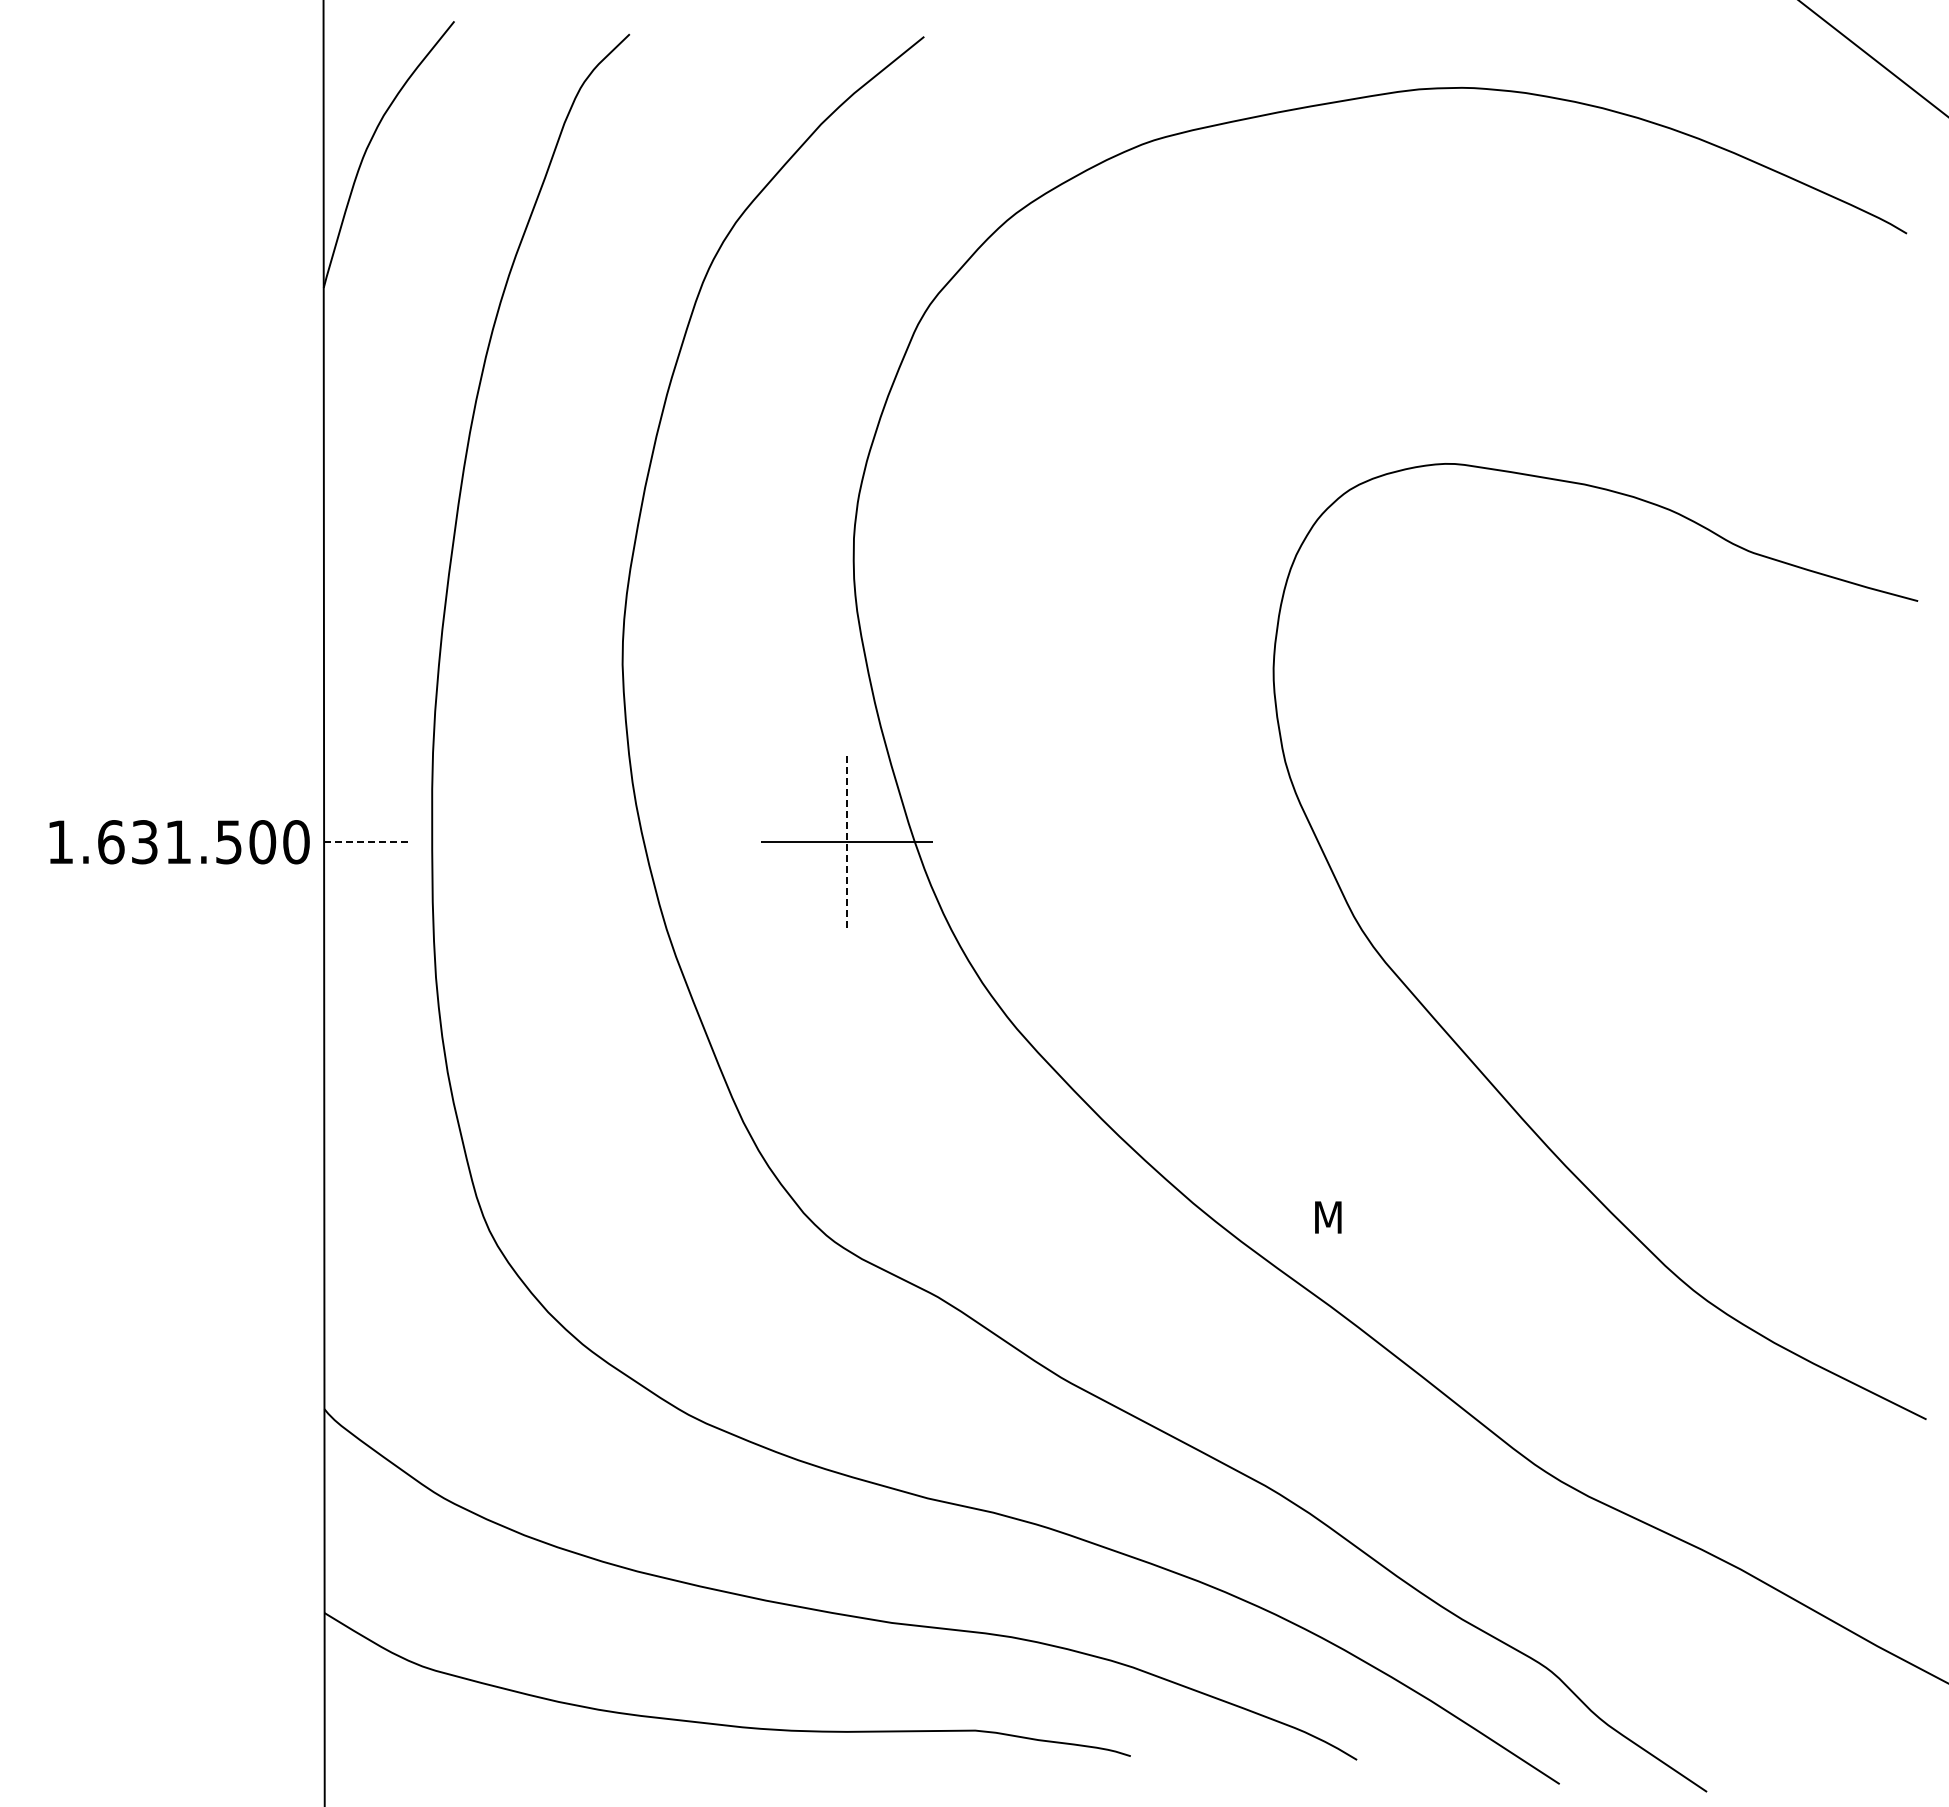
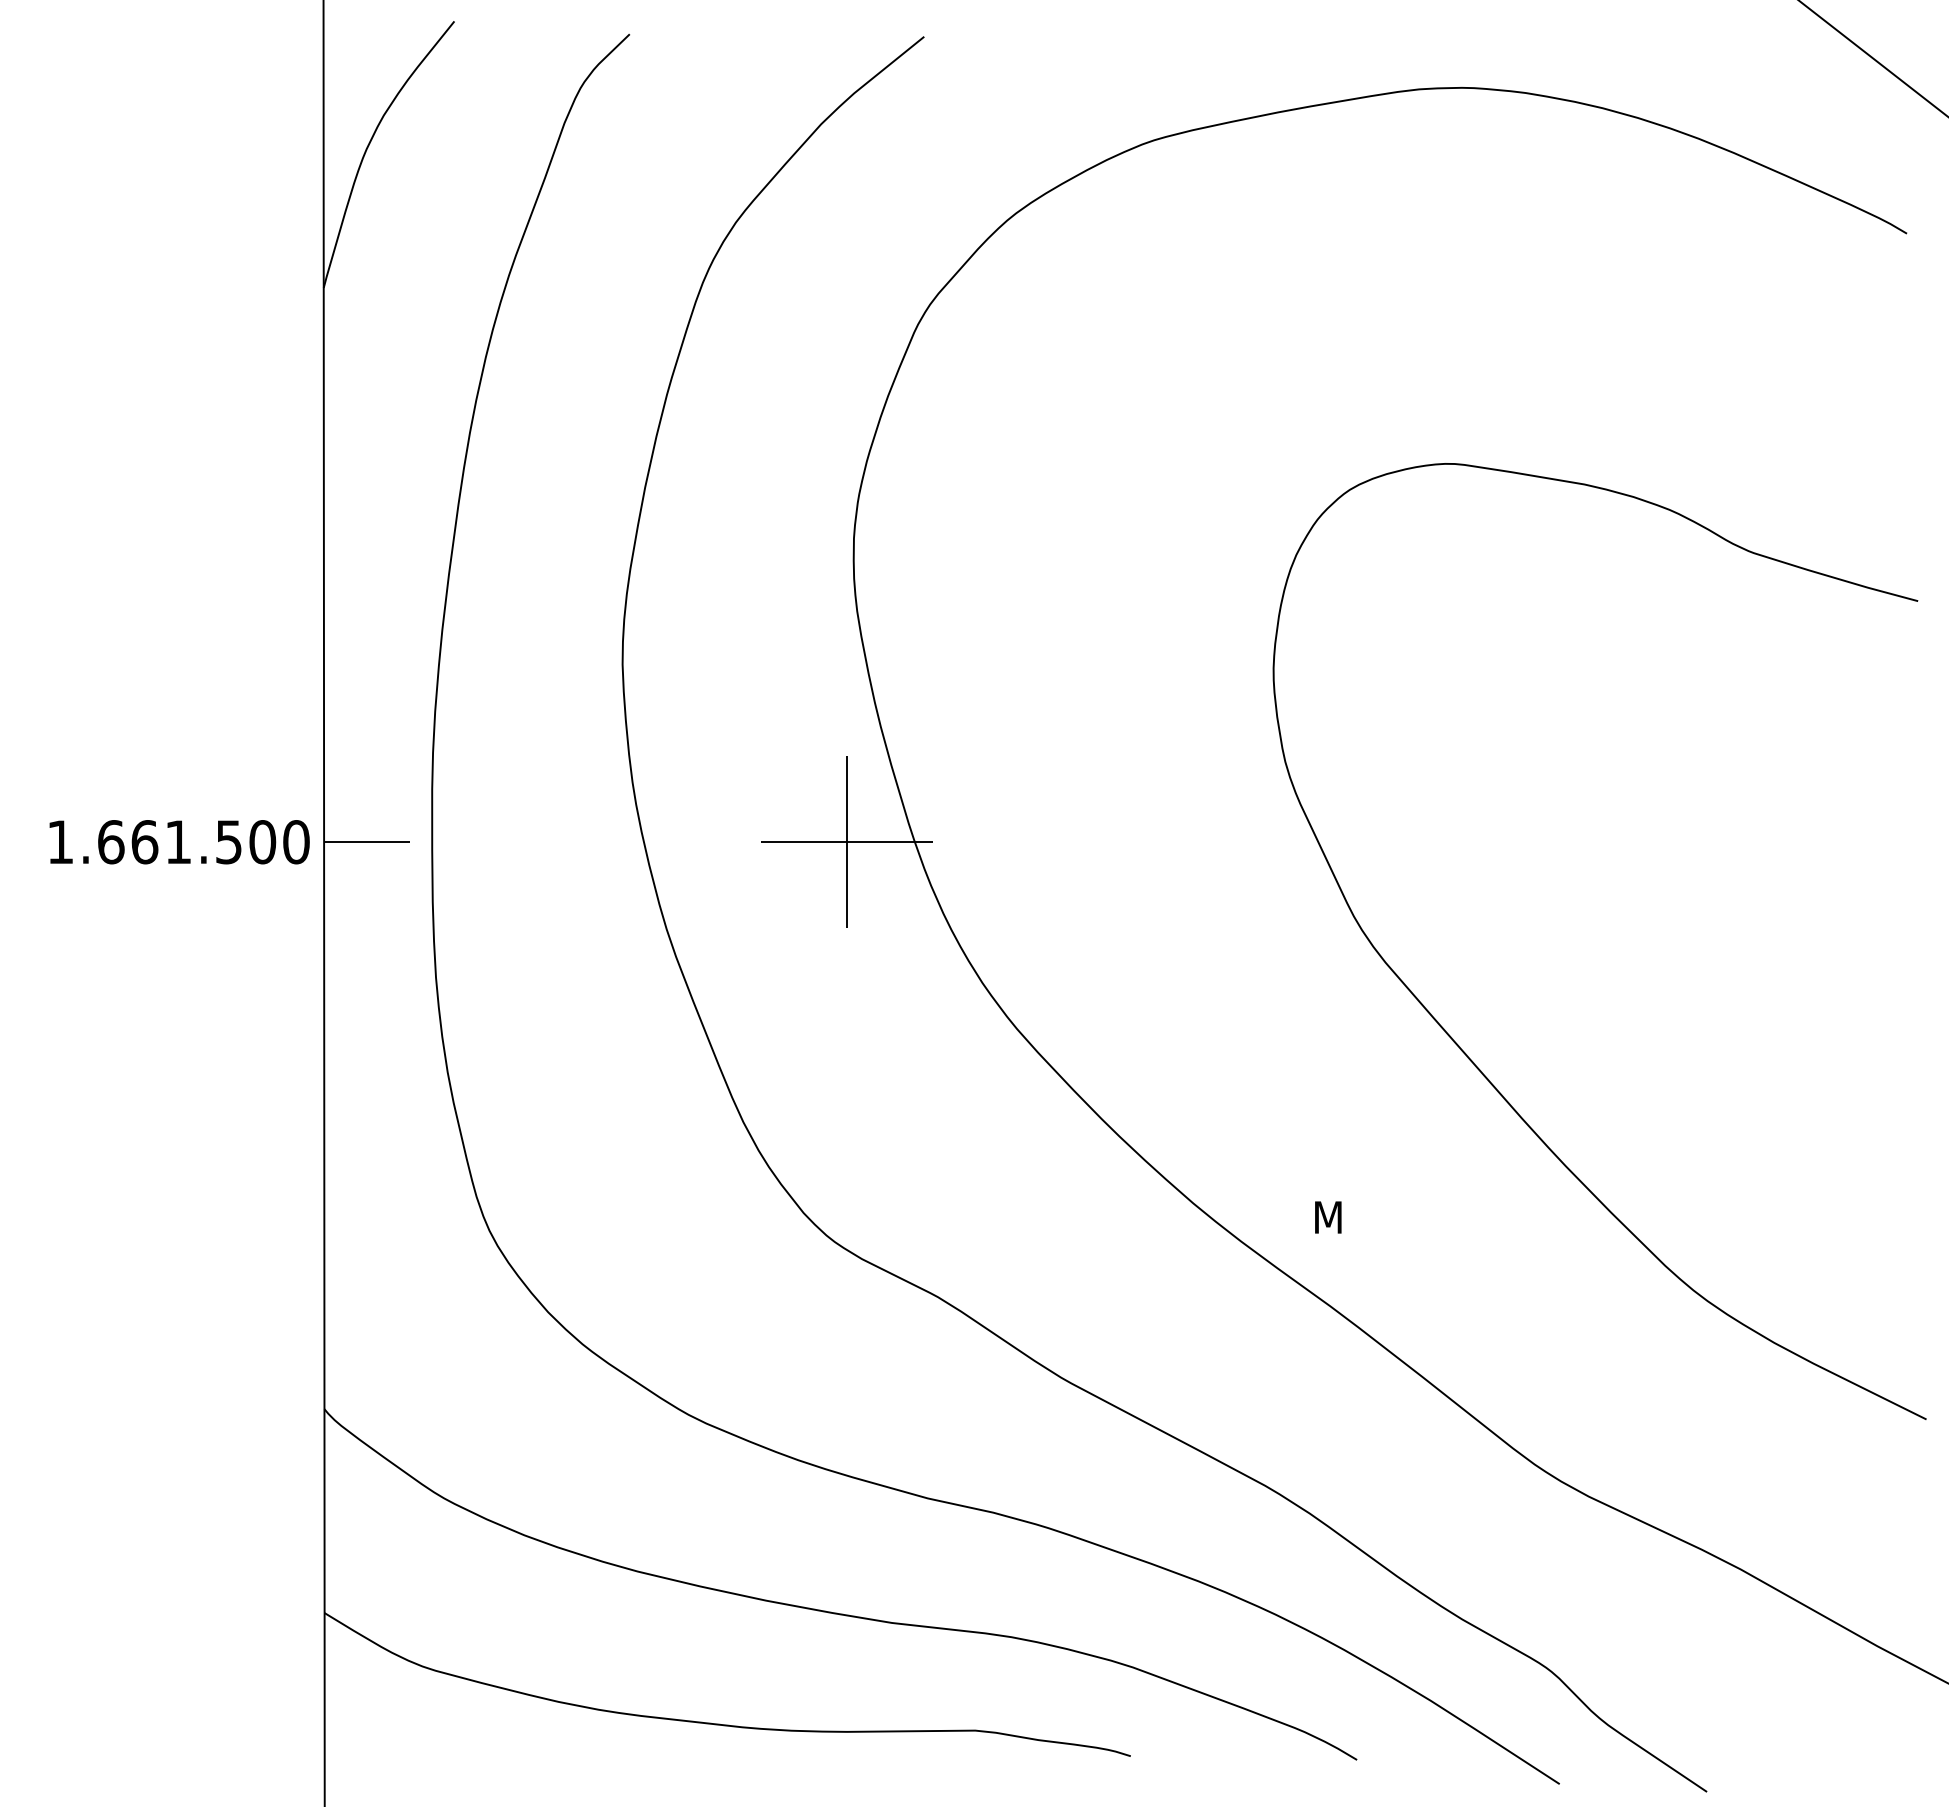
text at (144, 842): 1.631.500 -> 1.661.500
line at (367, 842): dashed -> solid
line at (846, 842): dashed -> solid
